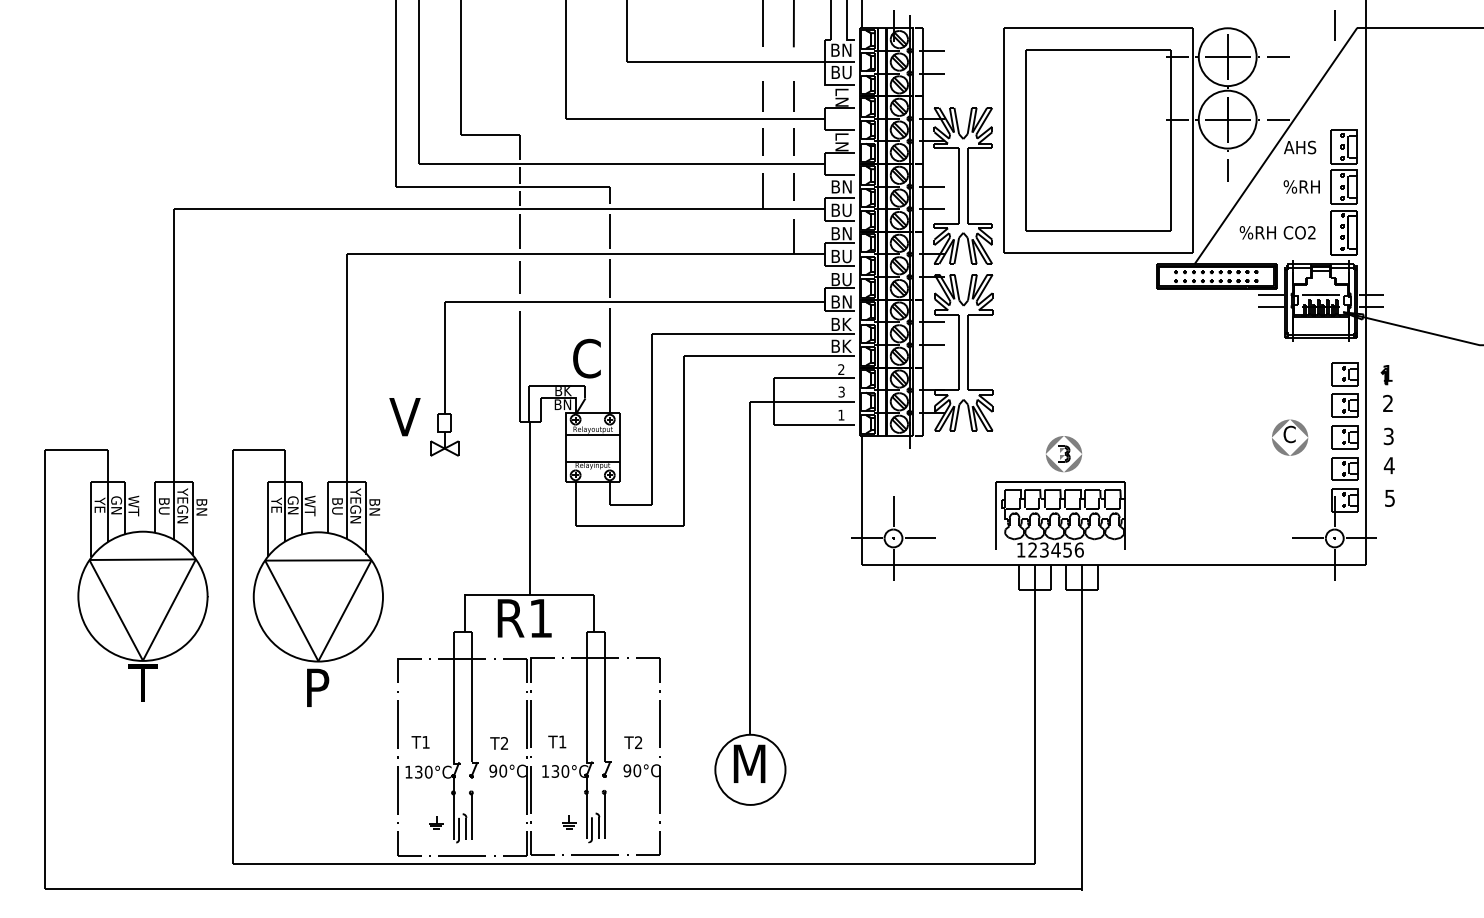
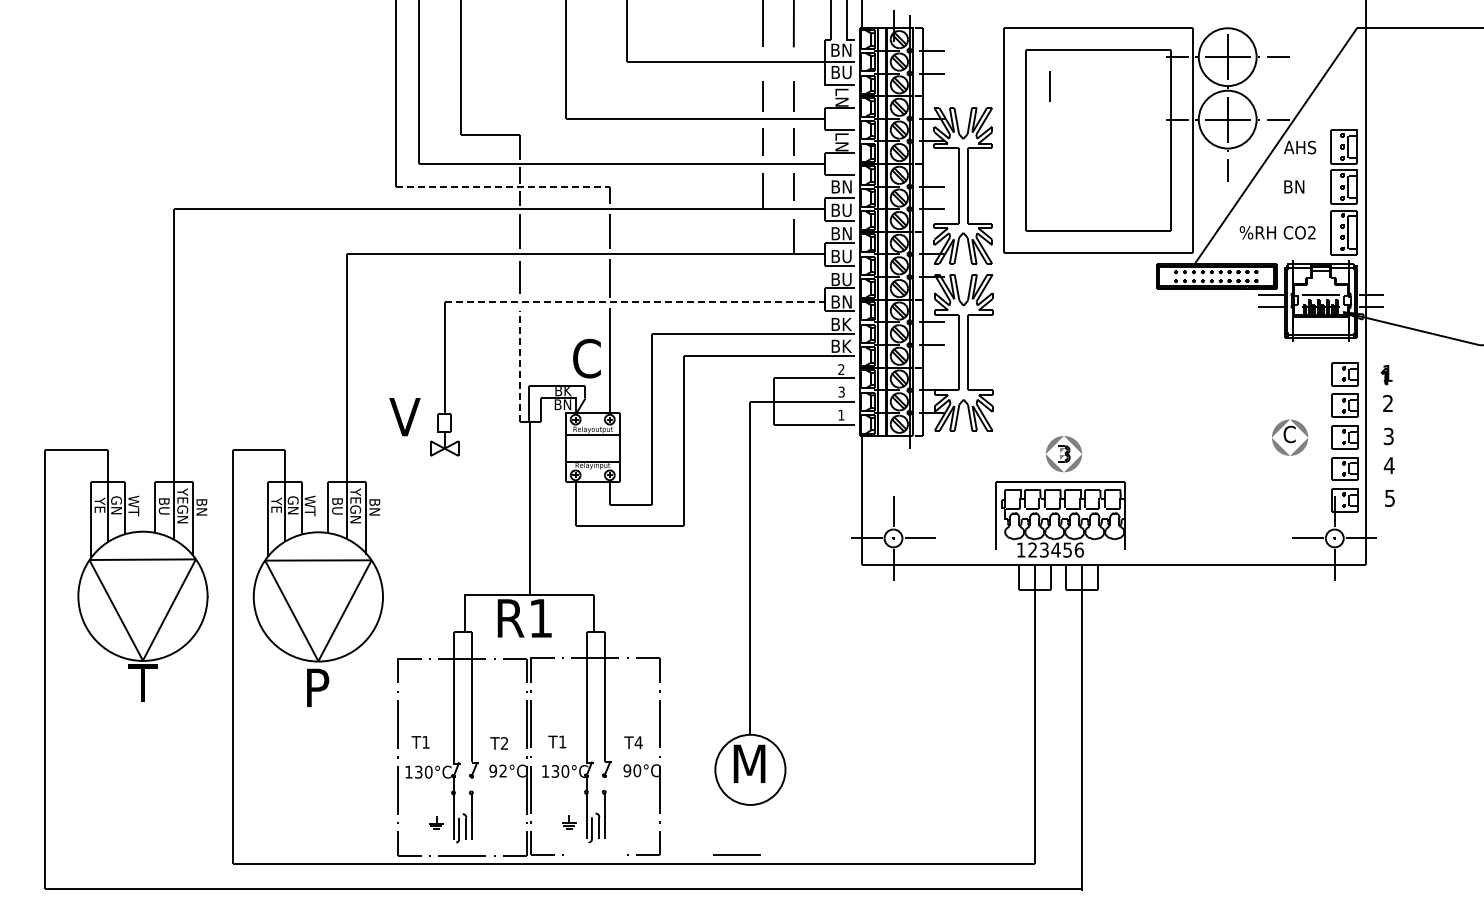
line at (1334, 25) position: (1334, 25) -> (1049, 86)
text at (1301, 186): %RH -> BN
line at (502, 187): solid -> dashed
line at (635, 301): solid -> dashed
line at (519, 366): solid -> dashed
text at (638, 742): T2 -> T4
text at (503, 770): 90°C -> 92°C
line at (594, 854) position: (594, 854) -> (736, 854)
